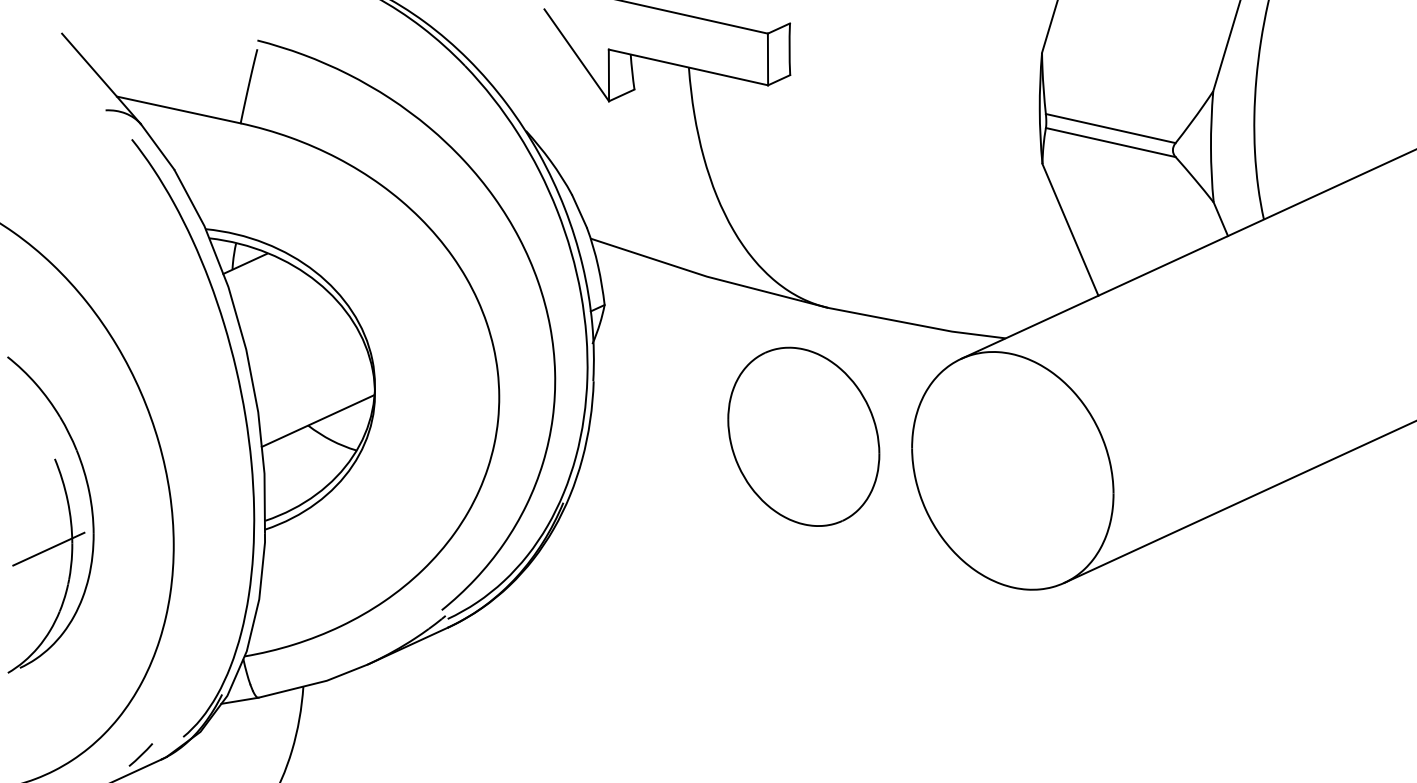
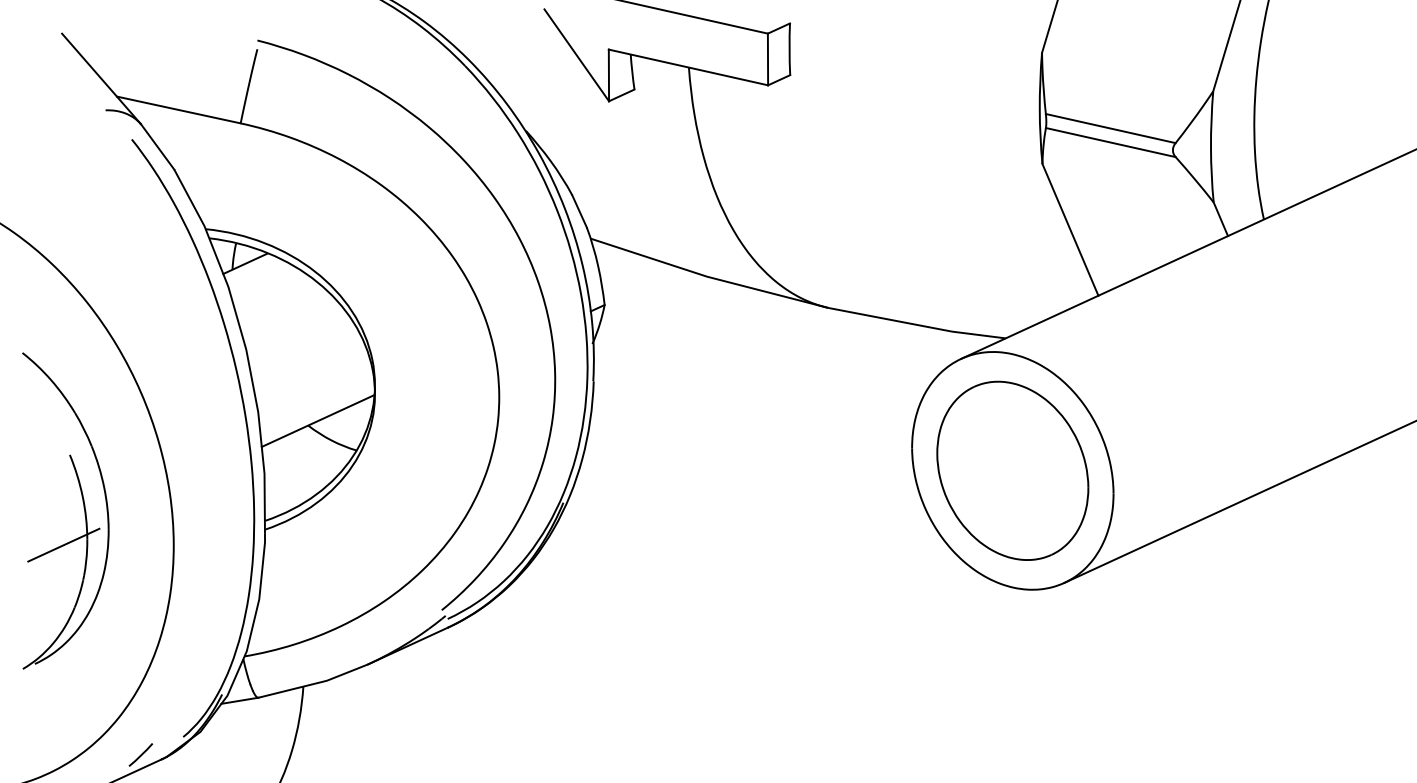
part at (803, 436) position: (803, 436) -> (1012, 470)
part at (68, 512) position: (68, 512) -> (83, 508)
